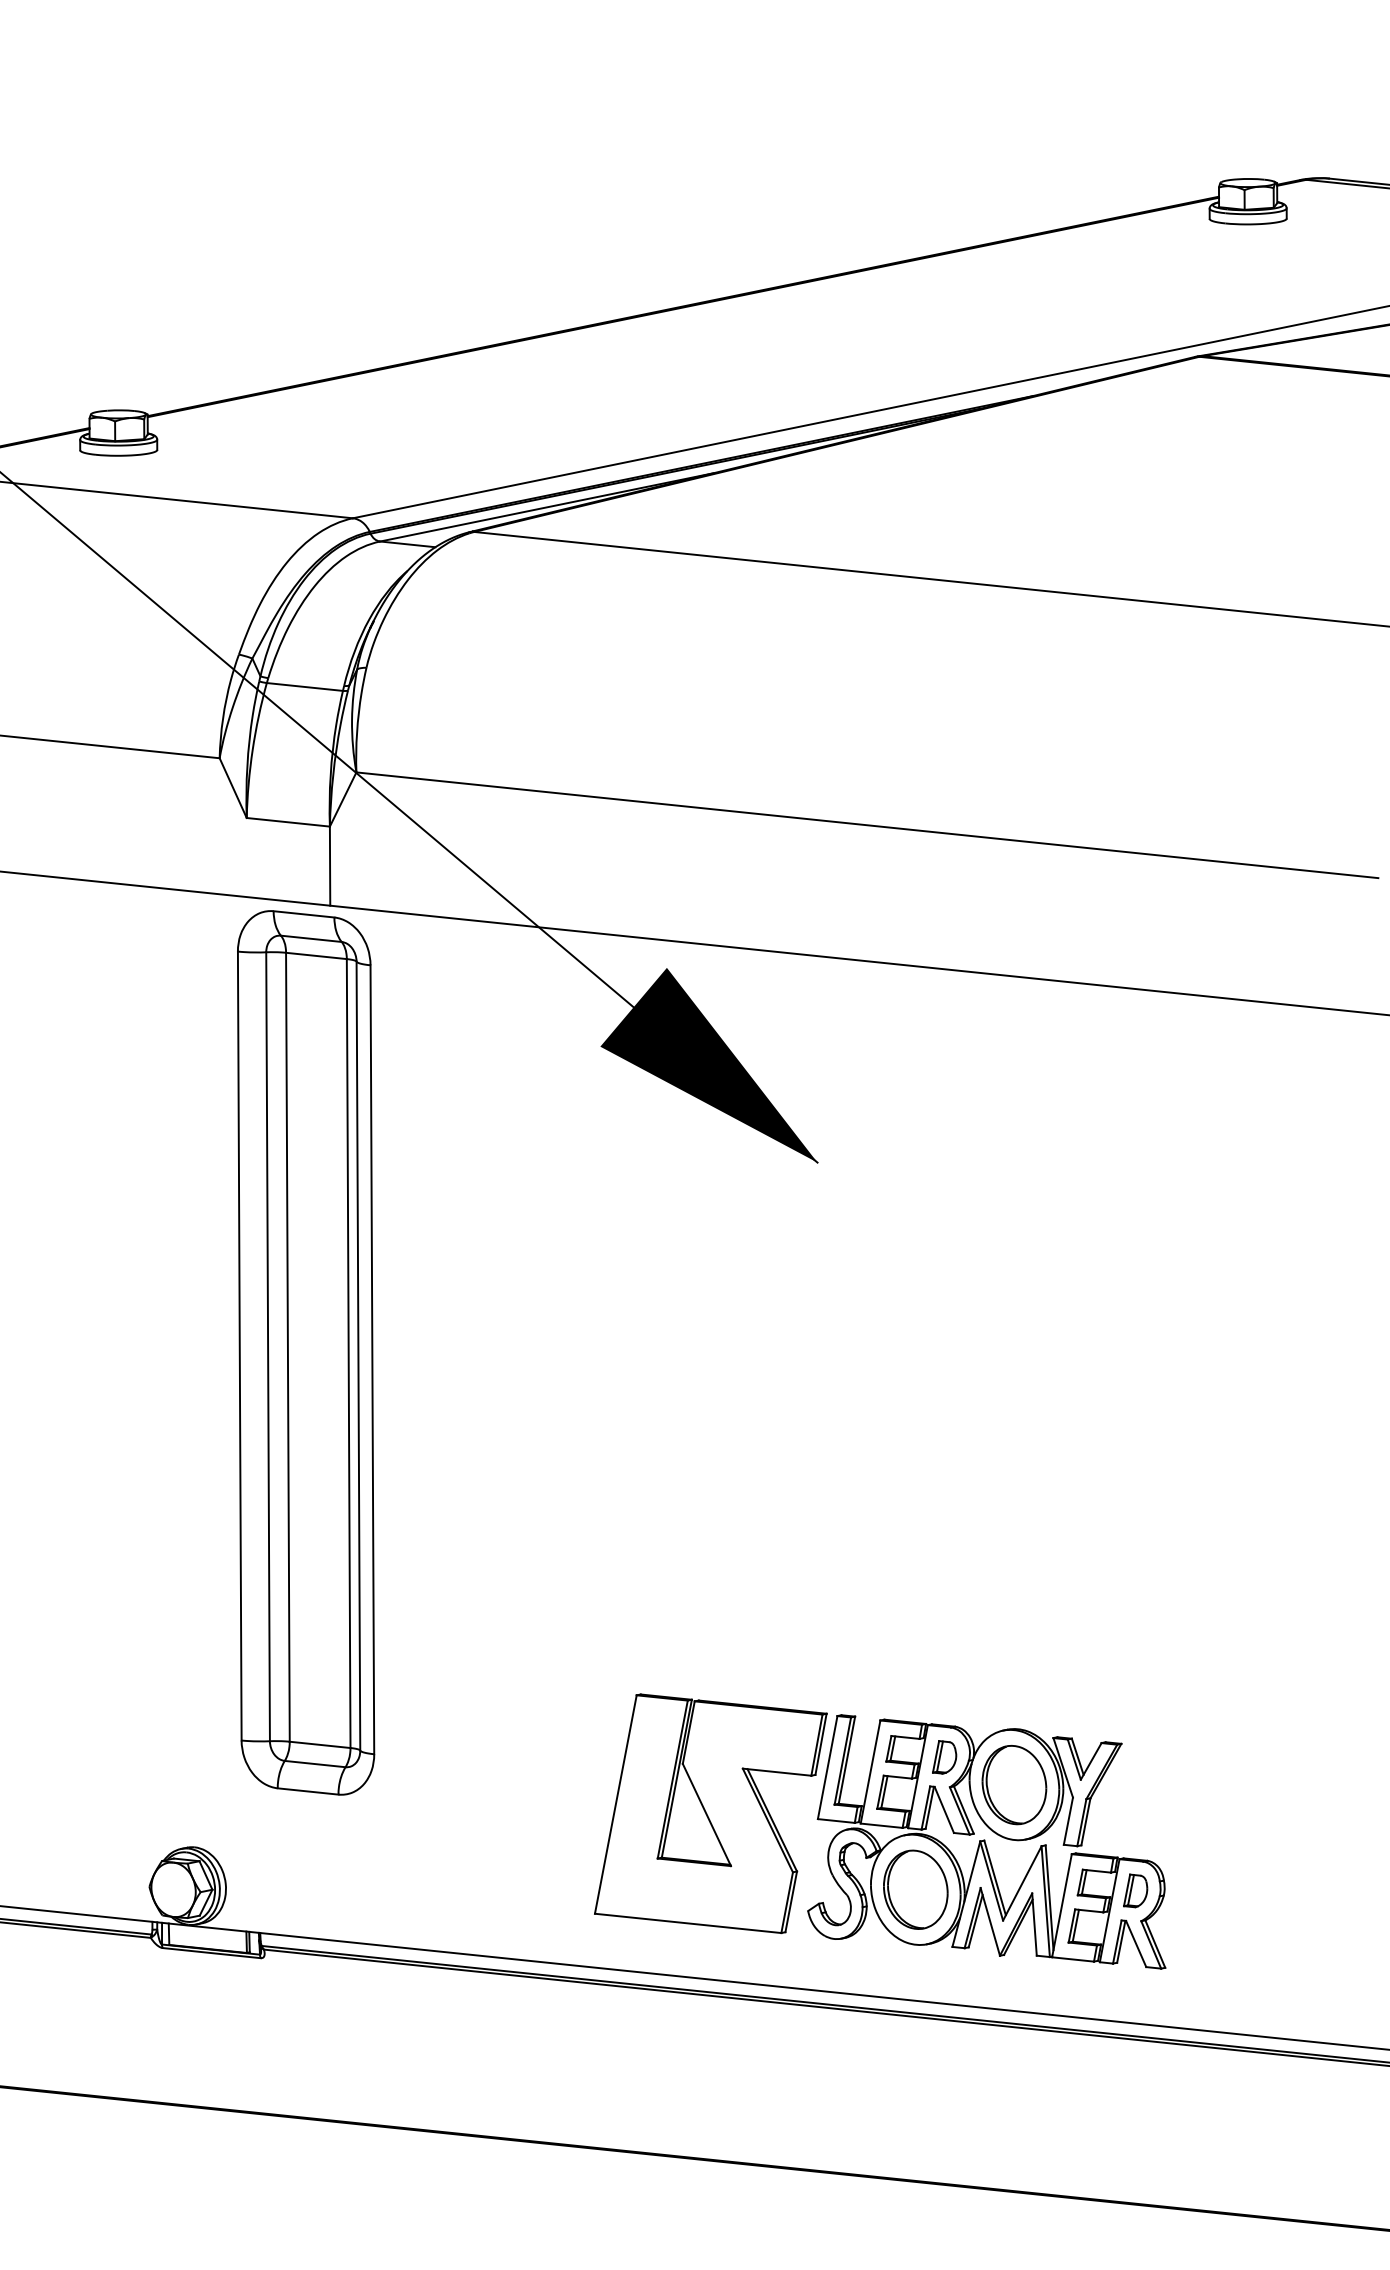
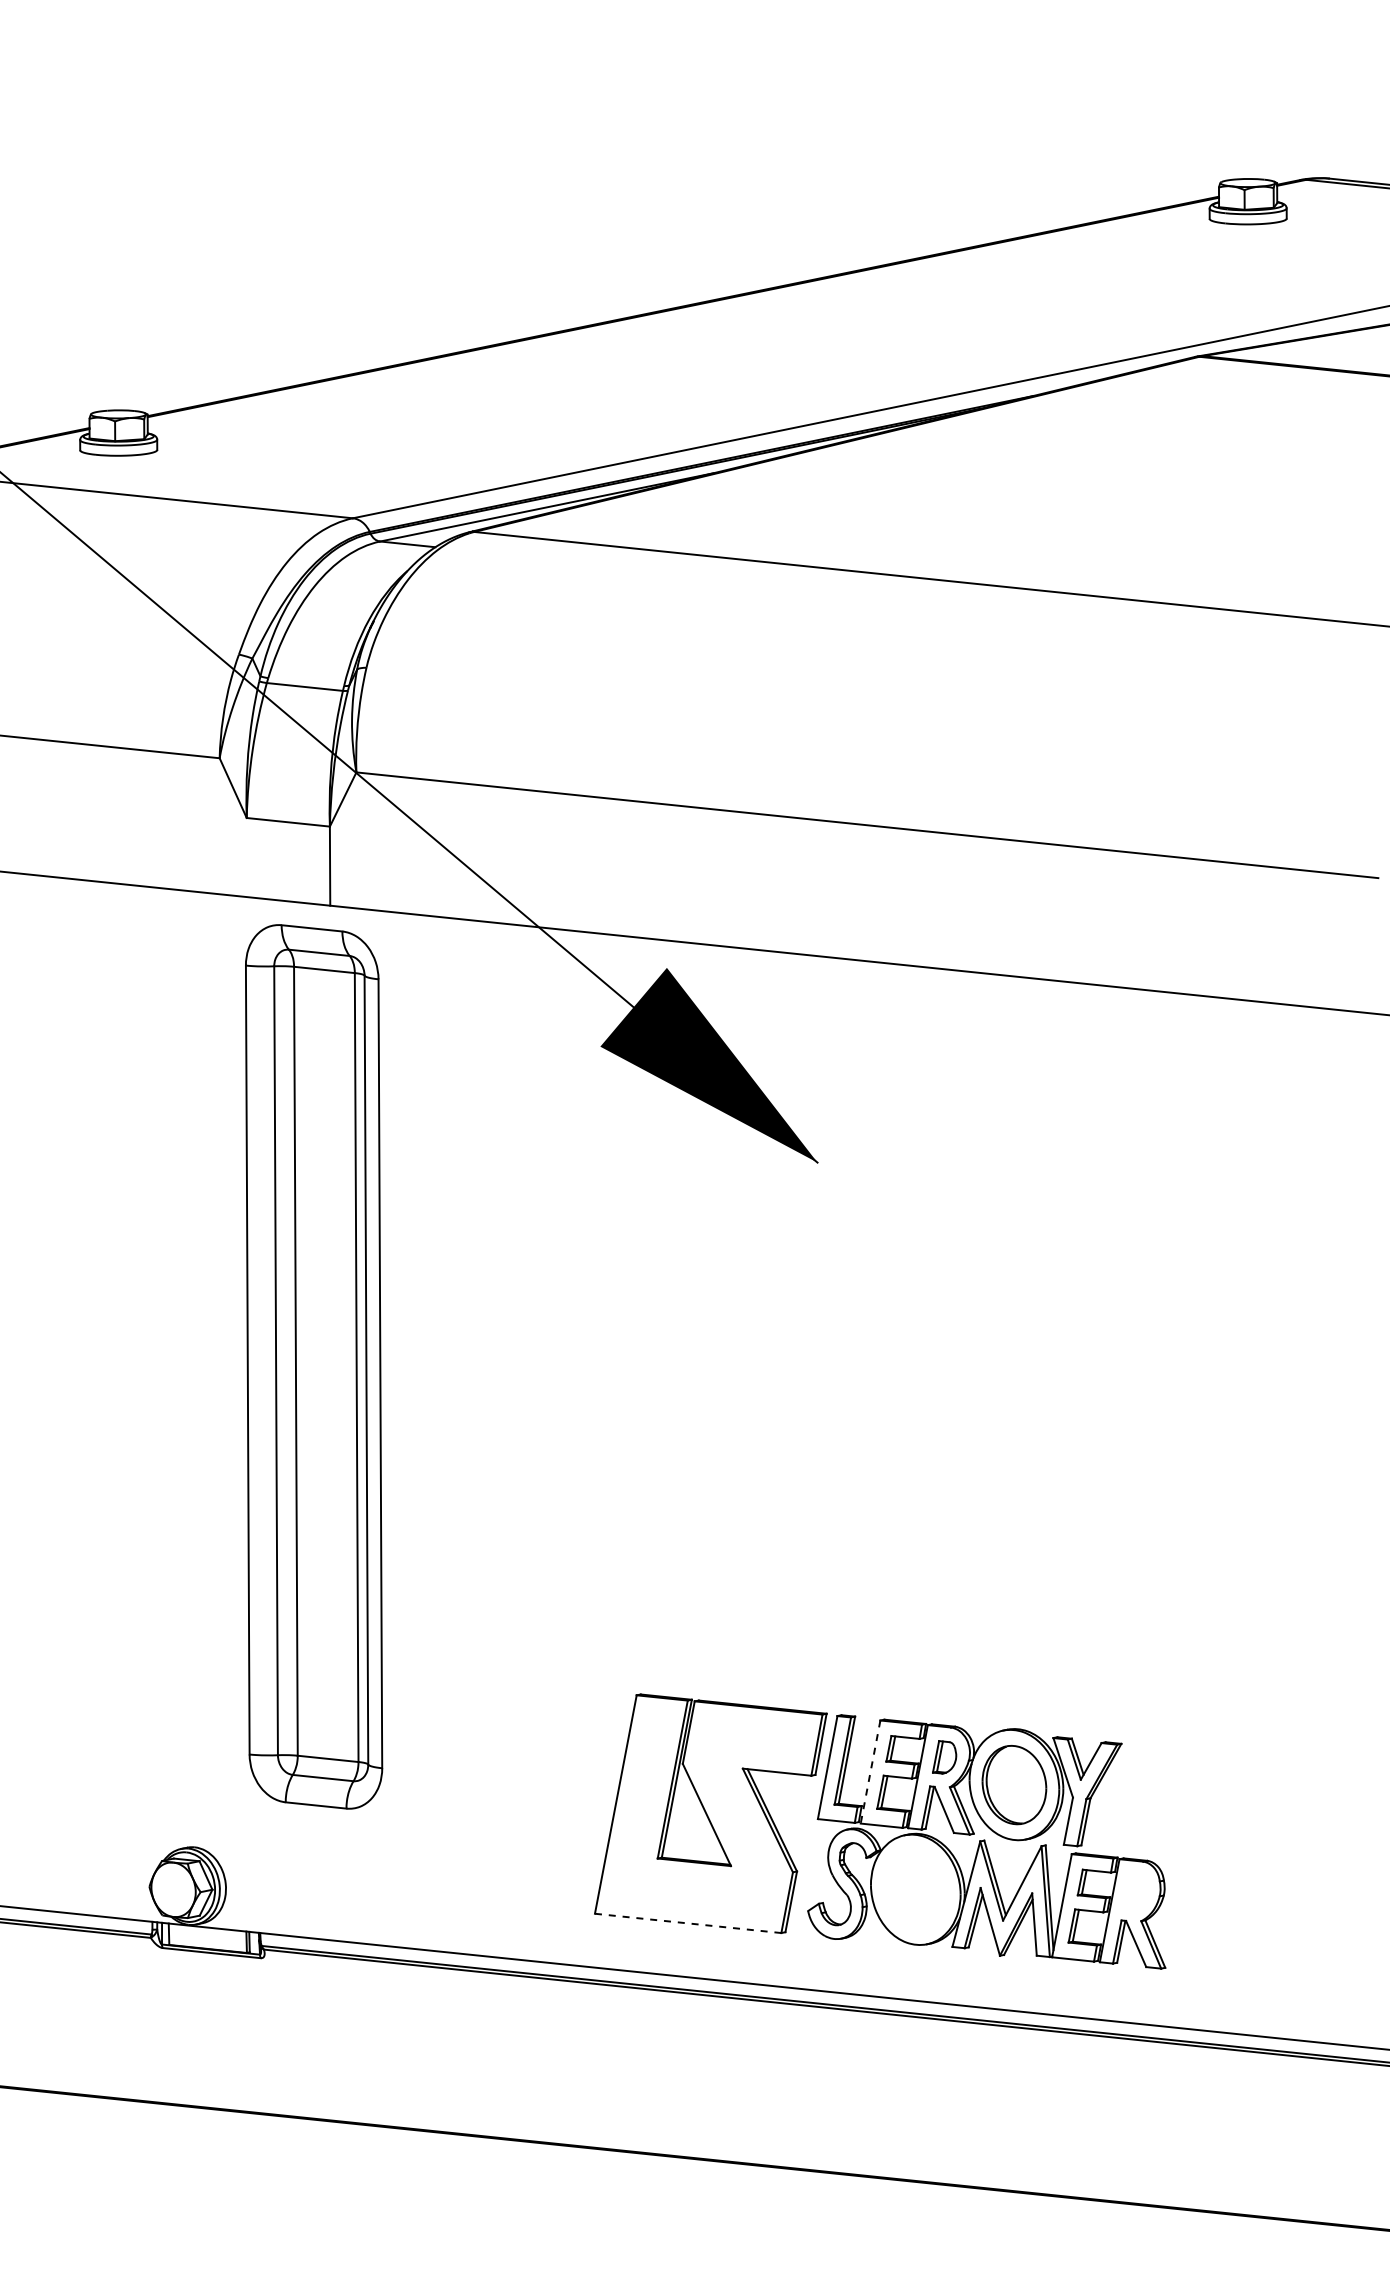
part at (306, 1352) position: (306, 1352) -> (314, 1366)
line at (870, 1772): solid -> dashed
part at (915, 1889): present -> none
part at (1135, 1890): present -> none
line at (688, 1923): solid -> dashed
